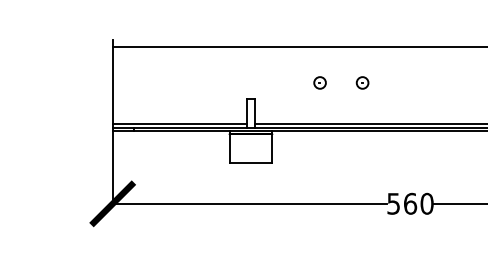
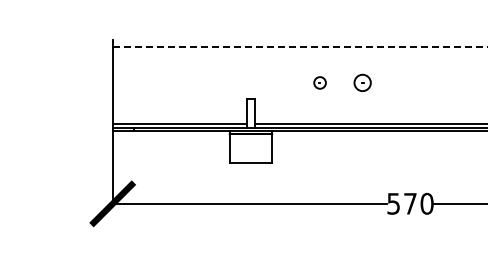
line at (300, 46): solid -> dashed
part at (362, 82) size: 15x14 px -> 19x19 px
text at (410, 203): 560 -> 570
